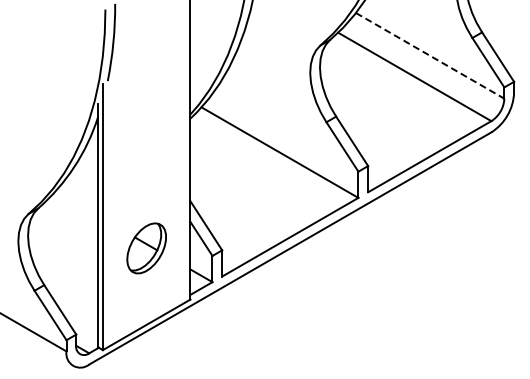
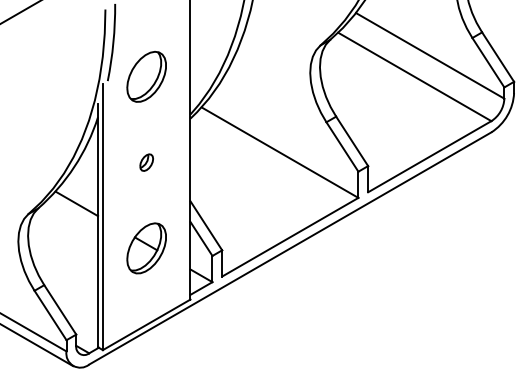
line at (20, 12): none -> present
line at (430, 55): dashed -> solid
part at (146, 76): none -> present
part at (146, 162): none -> present
line at (76, 203): none -> present
line at (37, 345): none -> present
